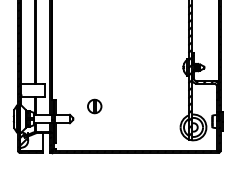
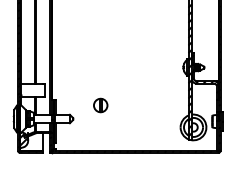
part at (94, 106) position: (94, 106) -> (100, 105)
